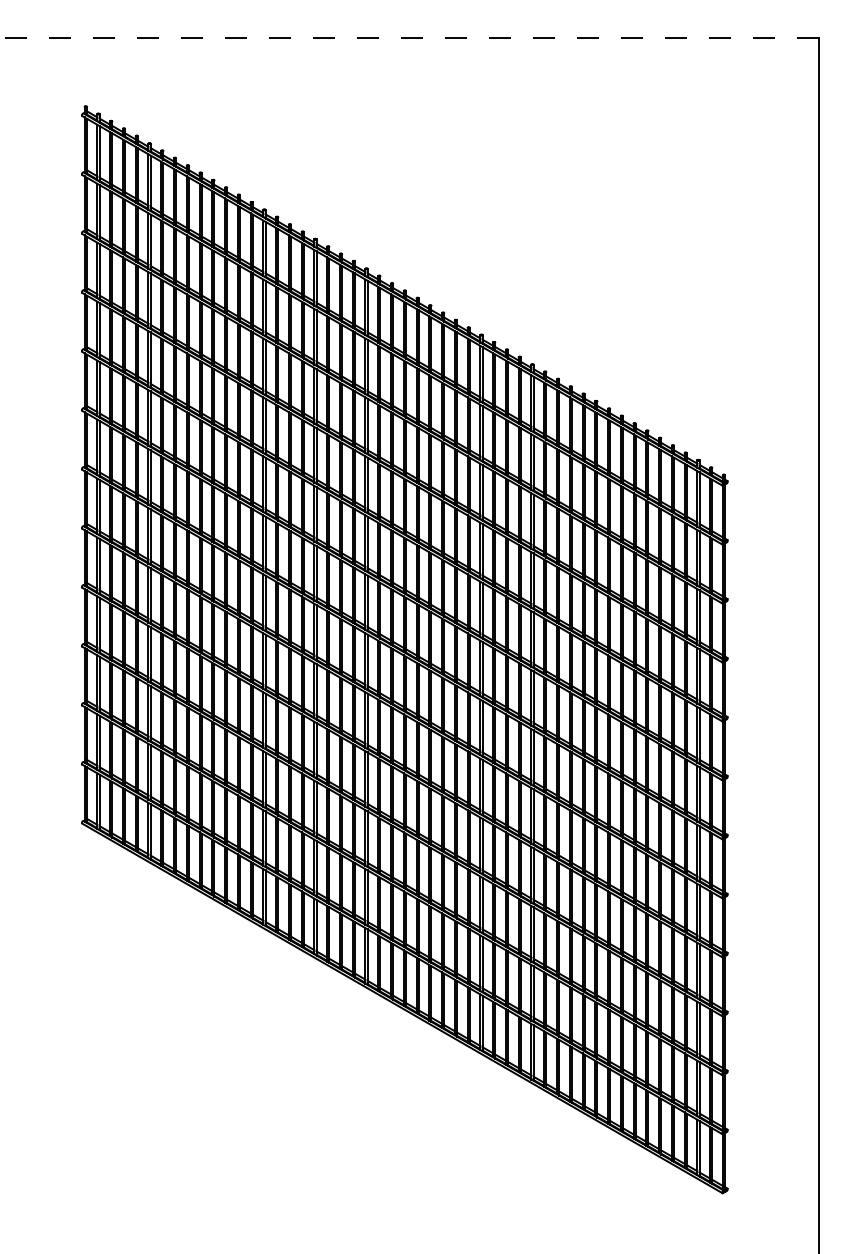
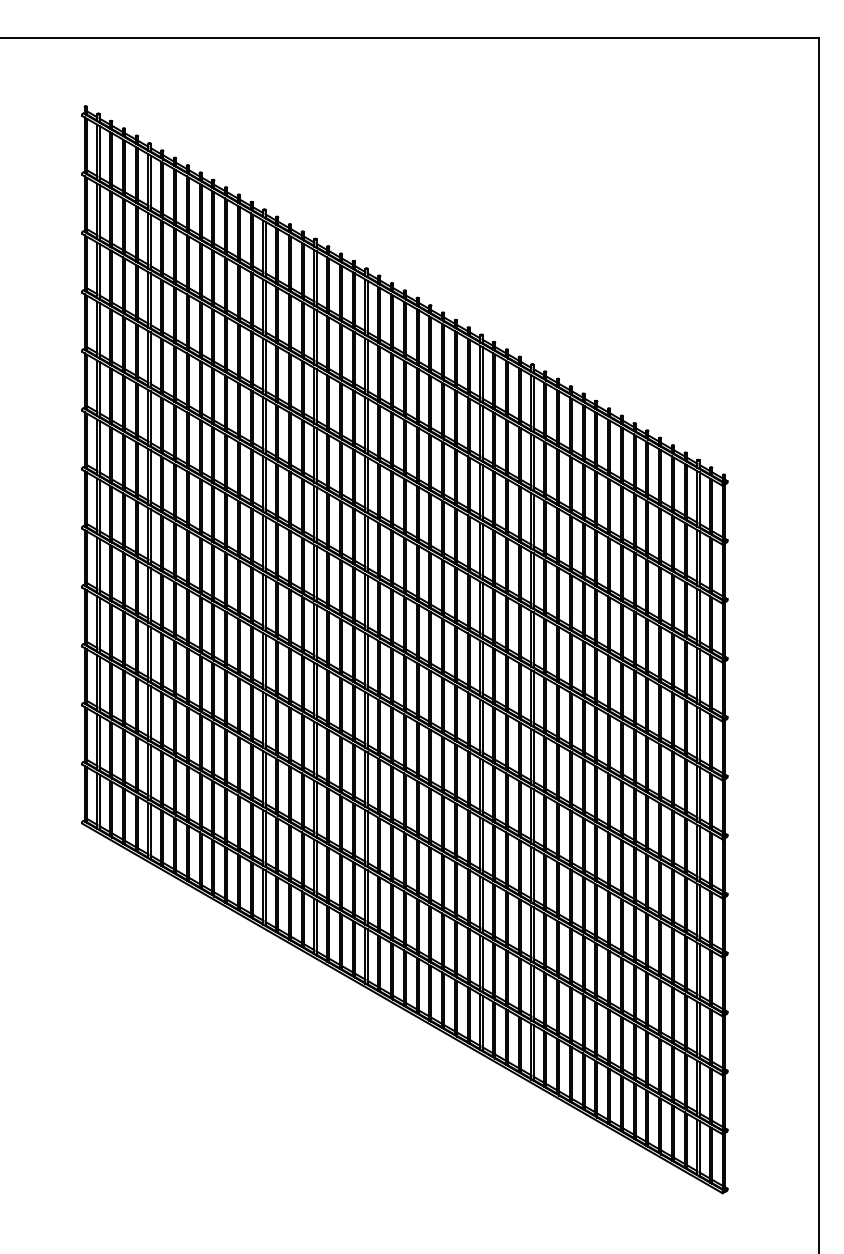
line at (409, 37): dashed -> solid
